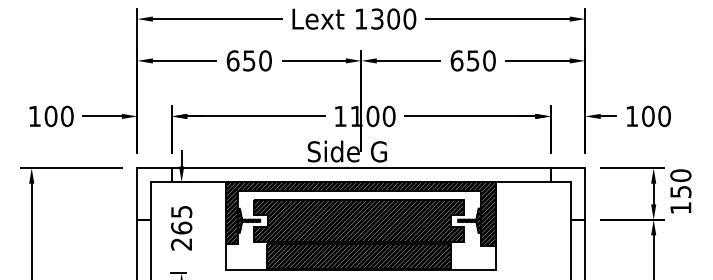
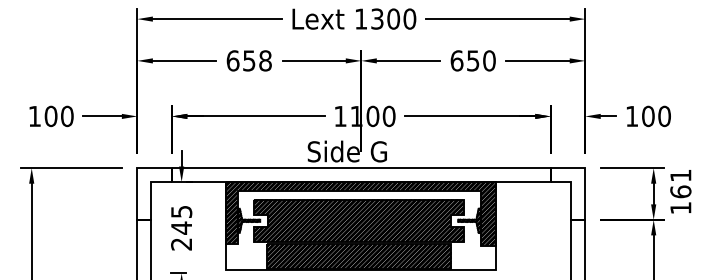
text at (265, 60): 650 -> 658
text at (680, 183): 150 -> 161
text at (181, 227): 265 -> 245
